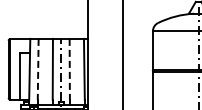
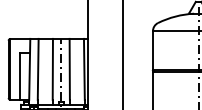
line at (38, 69): dashed -> solid
line at (69, 69): dashed -> solid
